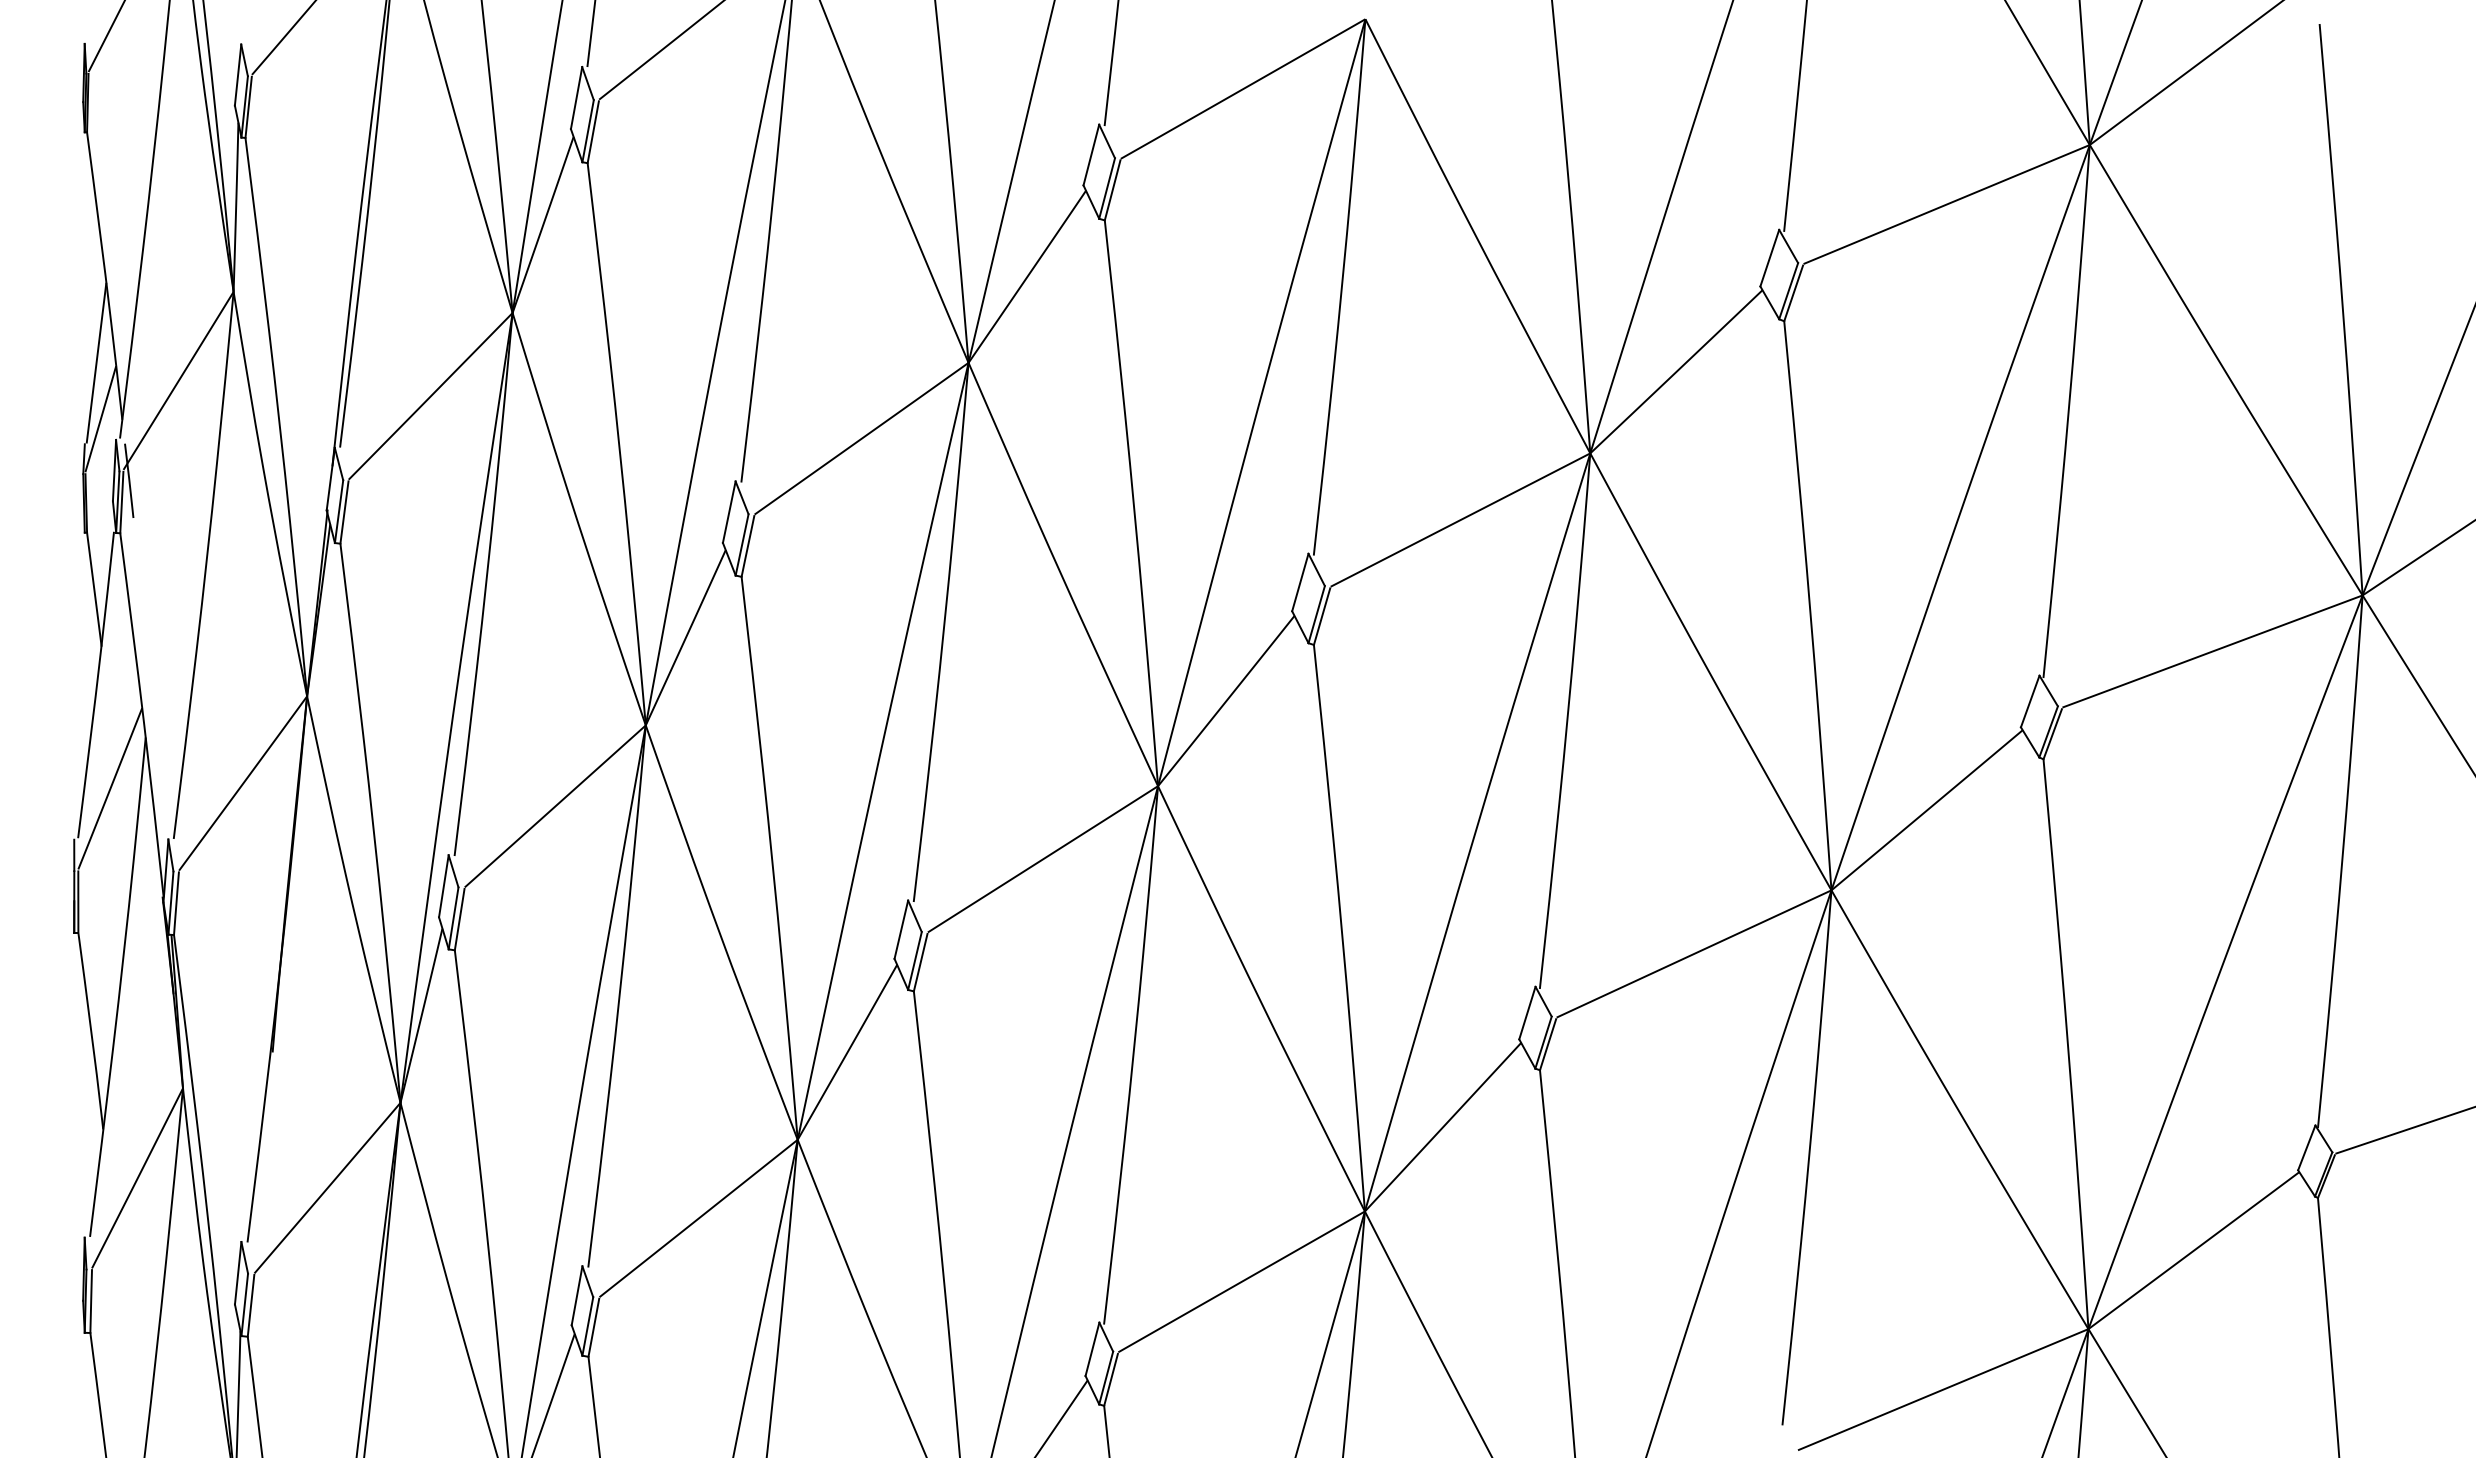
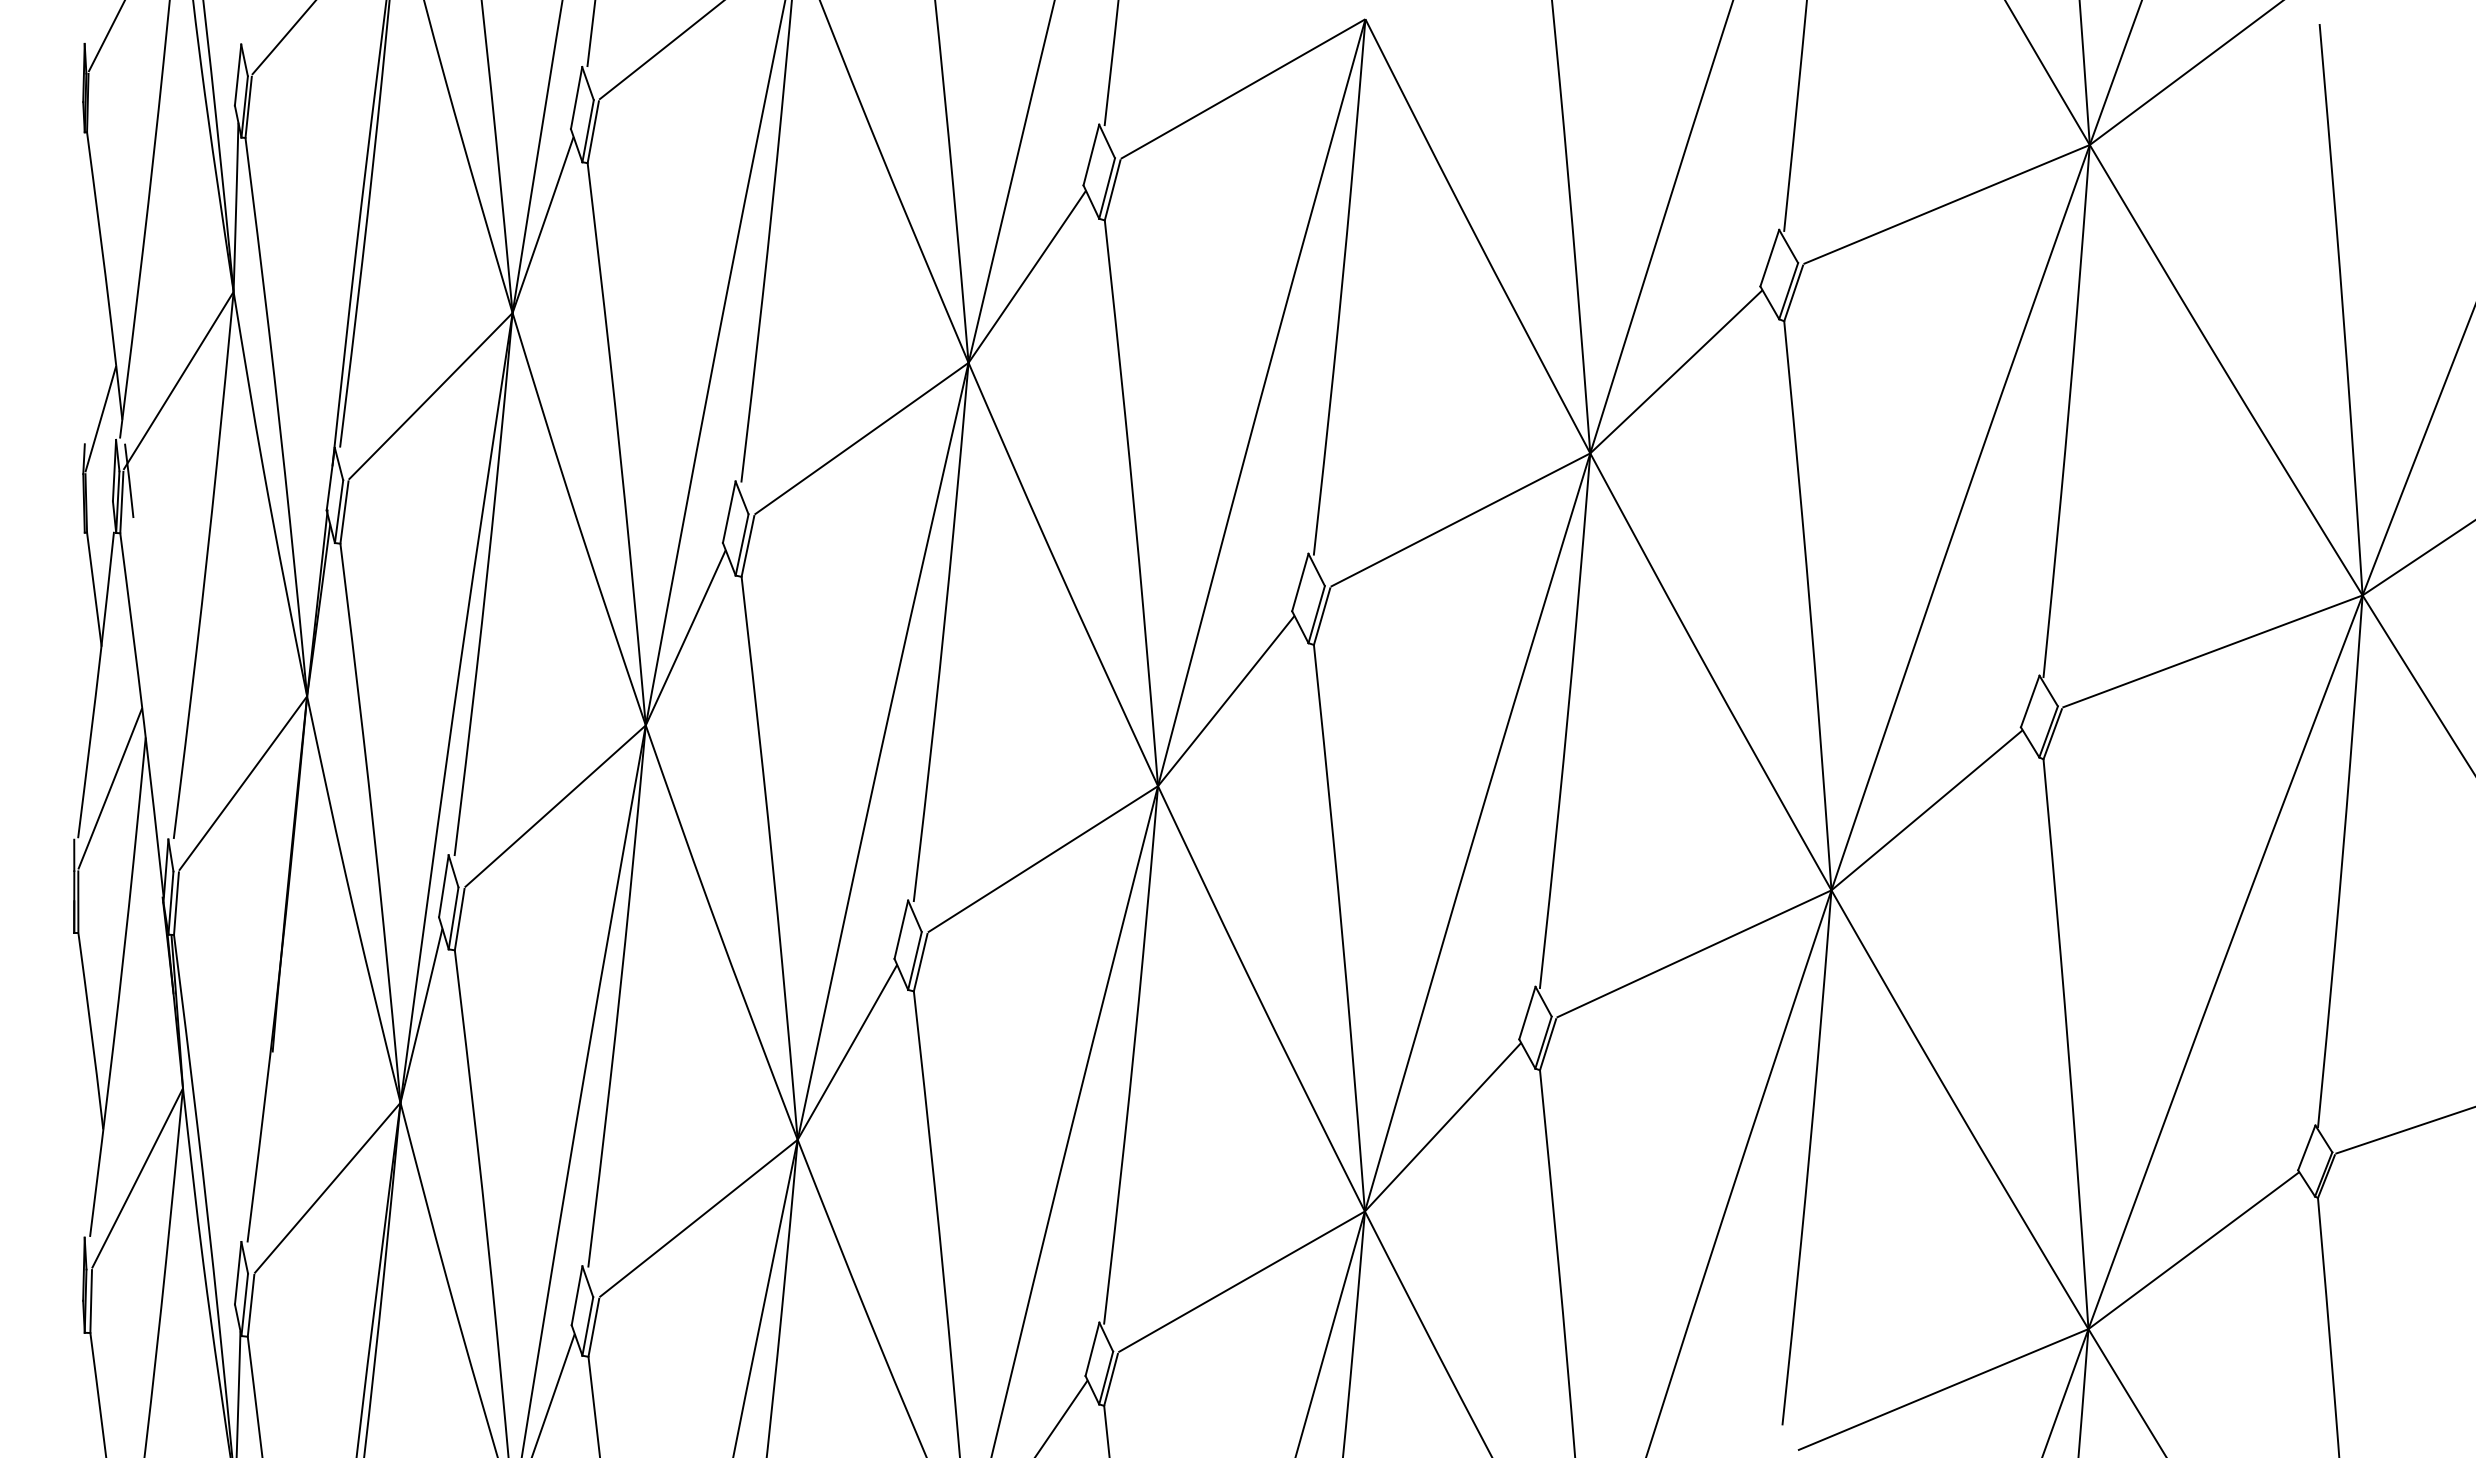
line at (96, 362): present -> none
